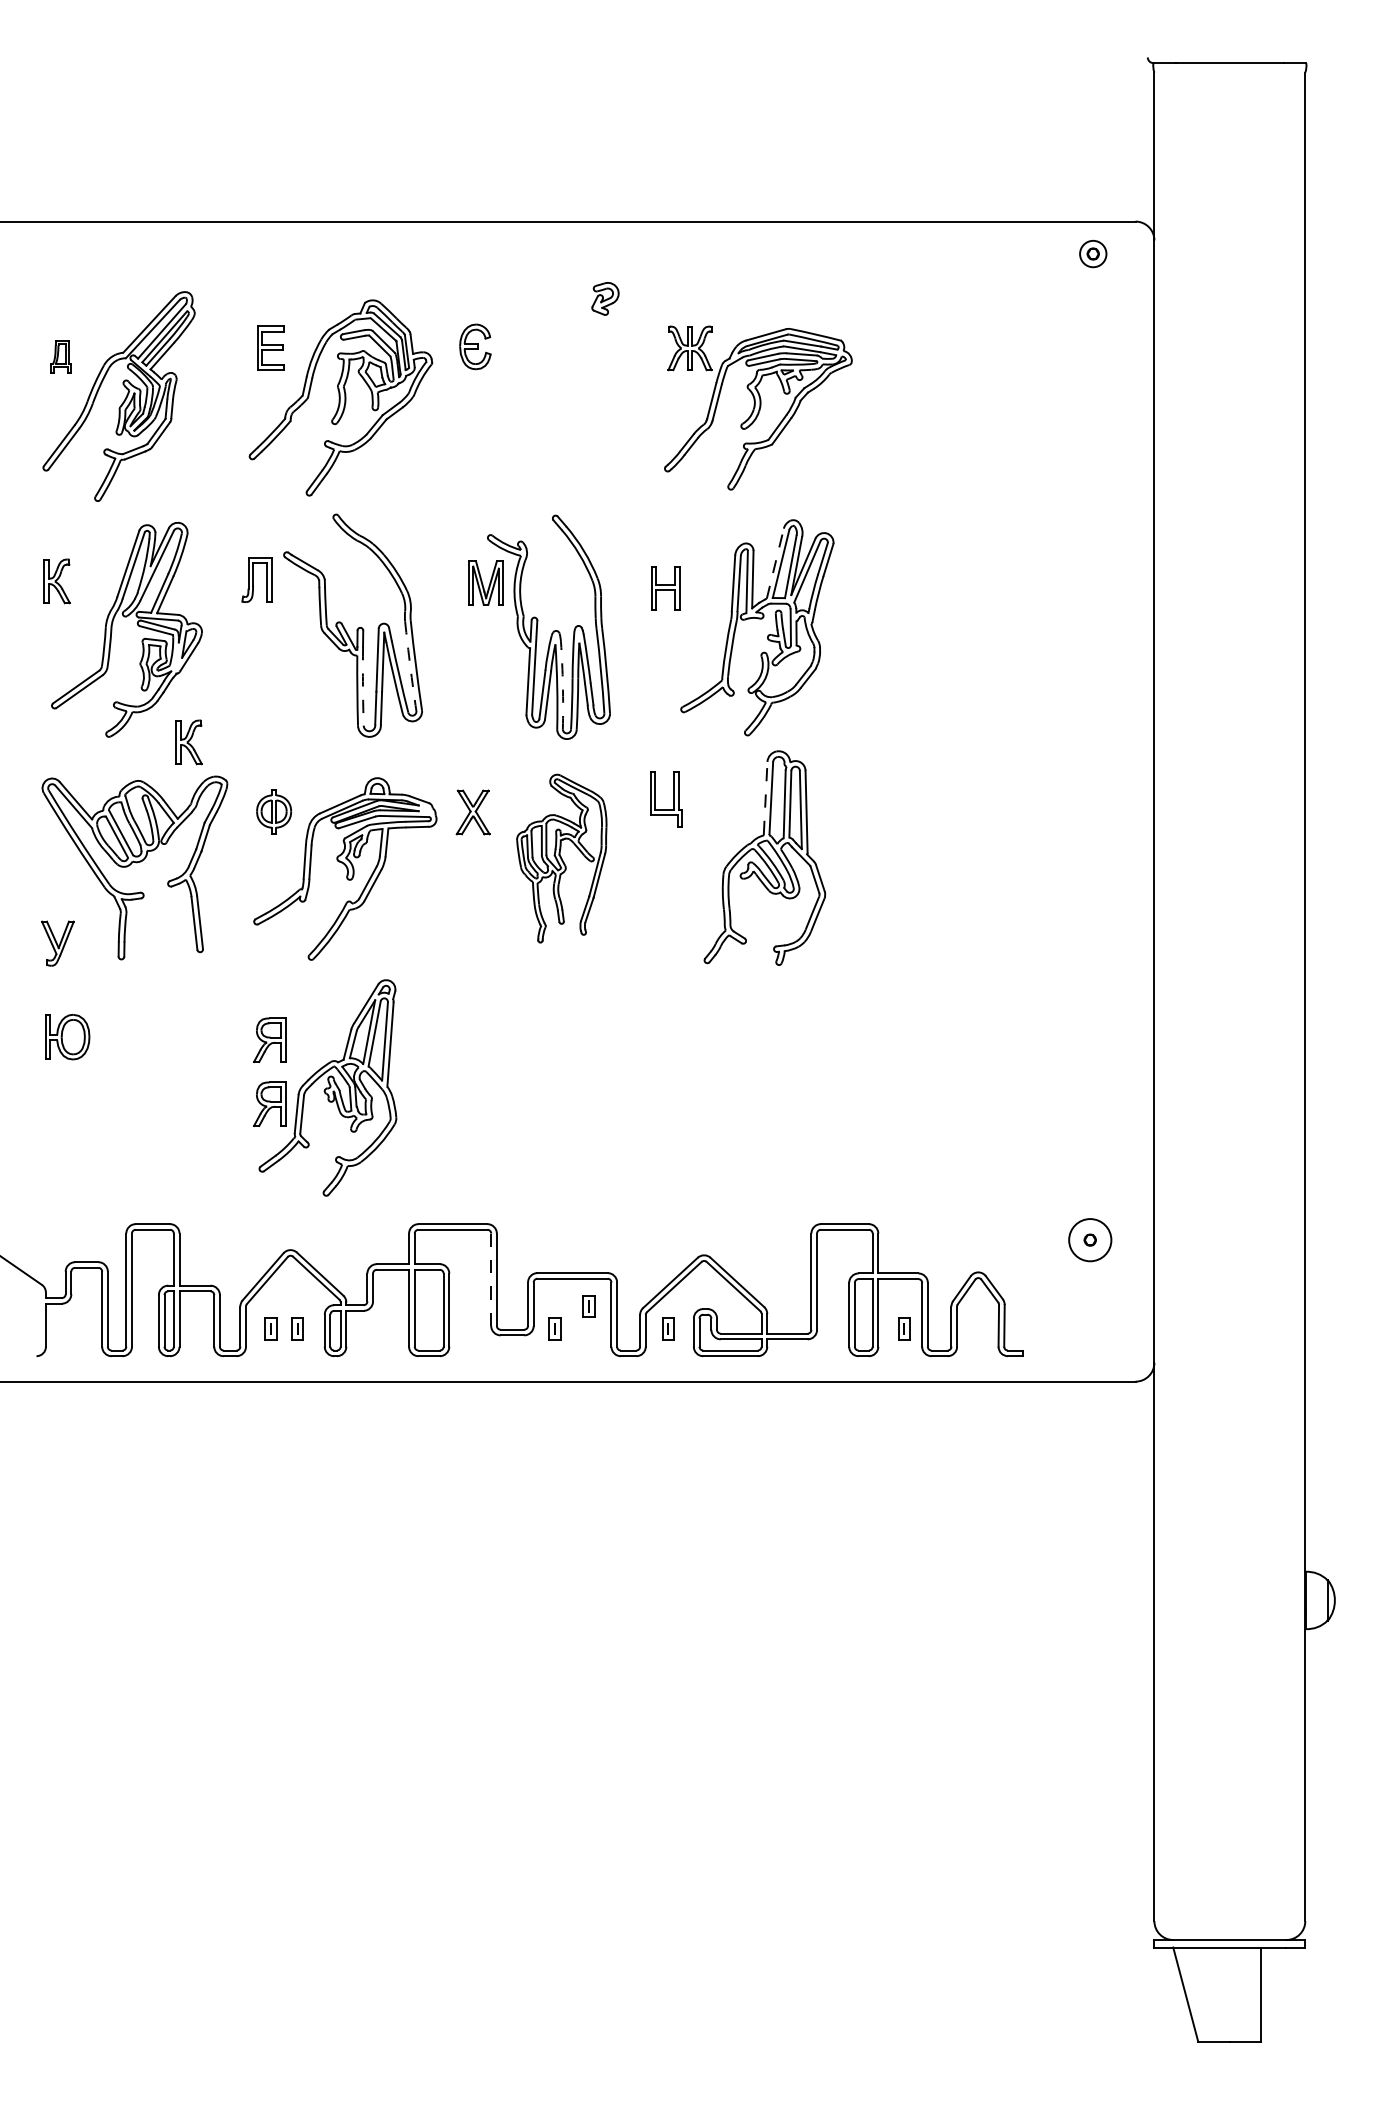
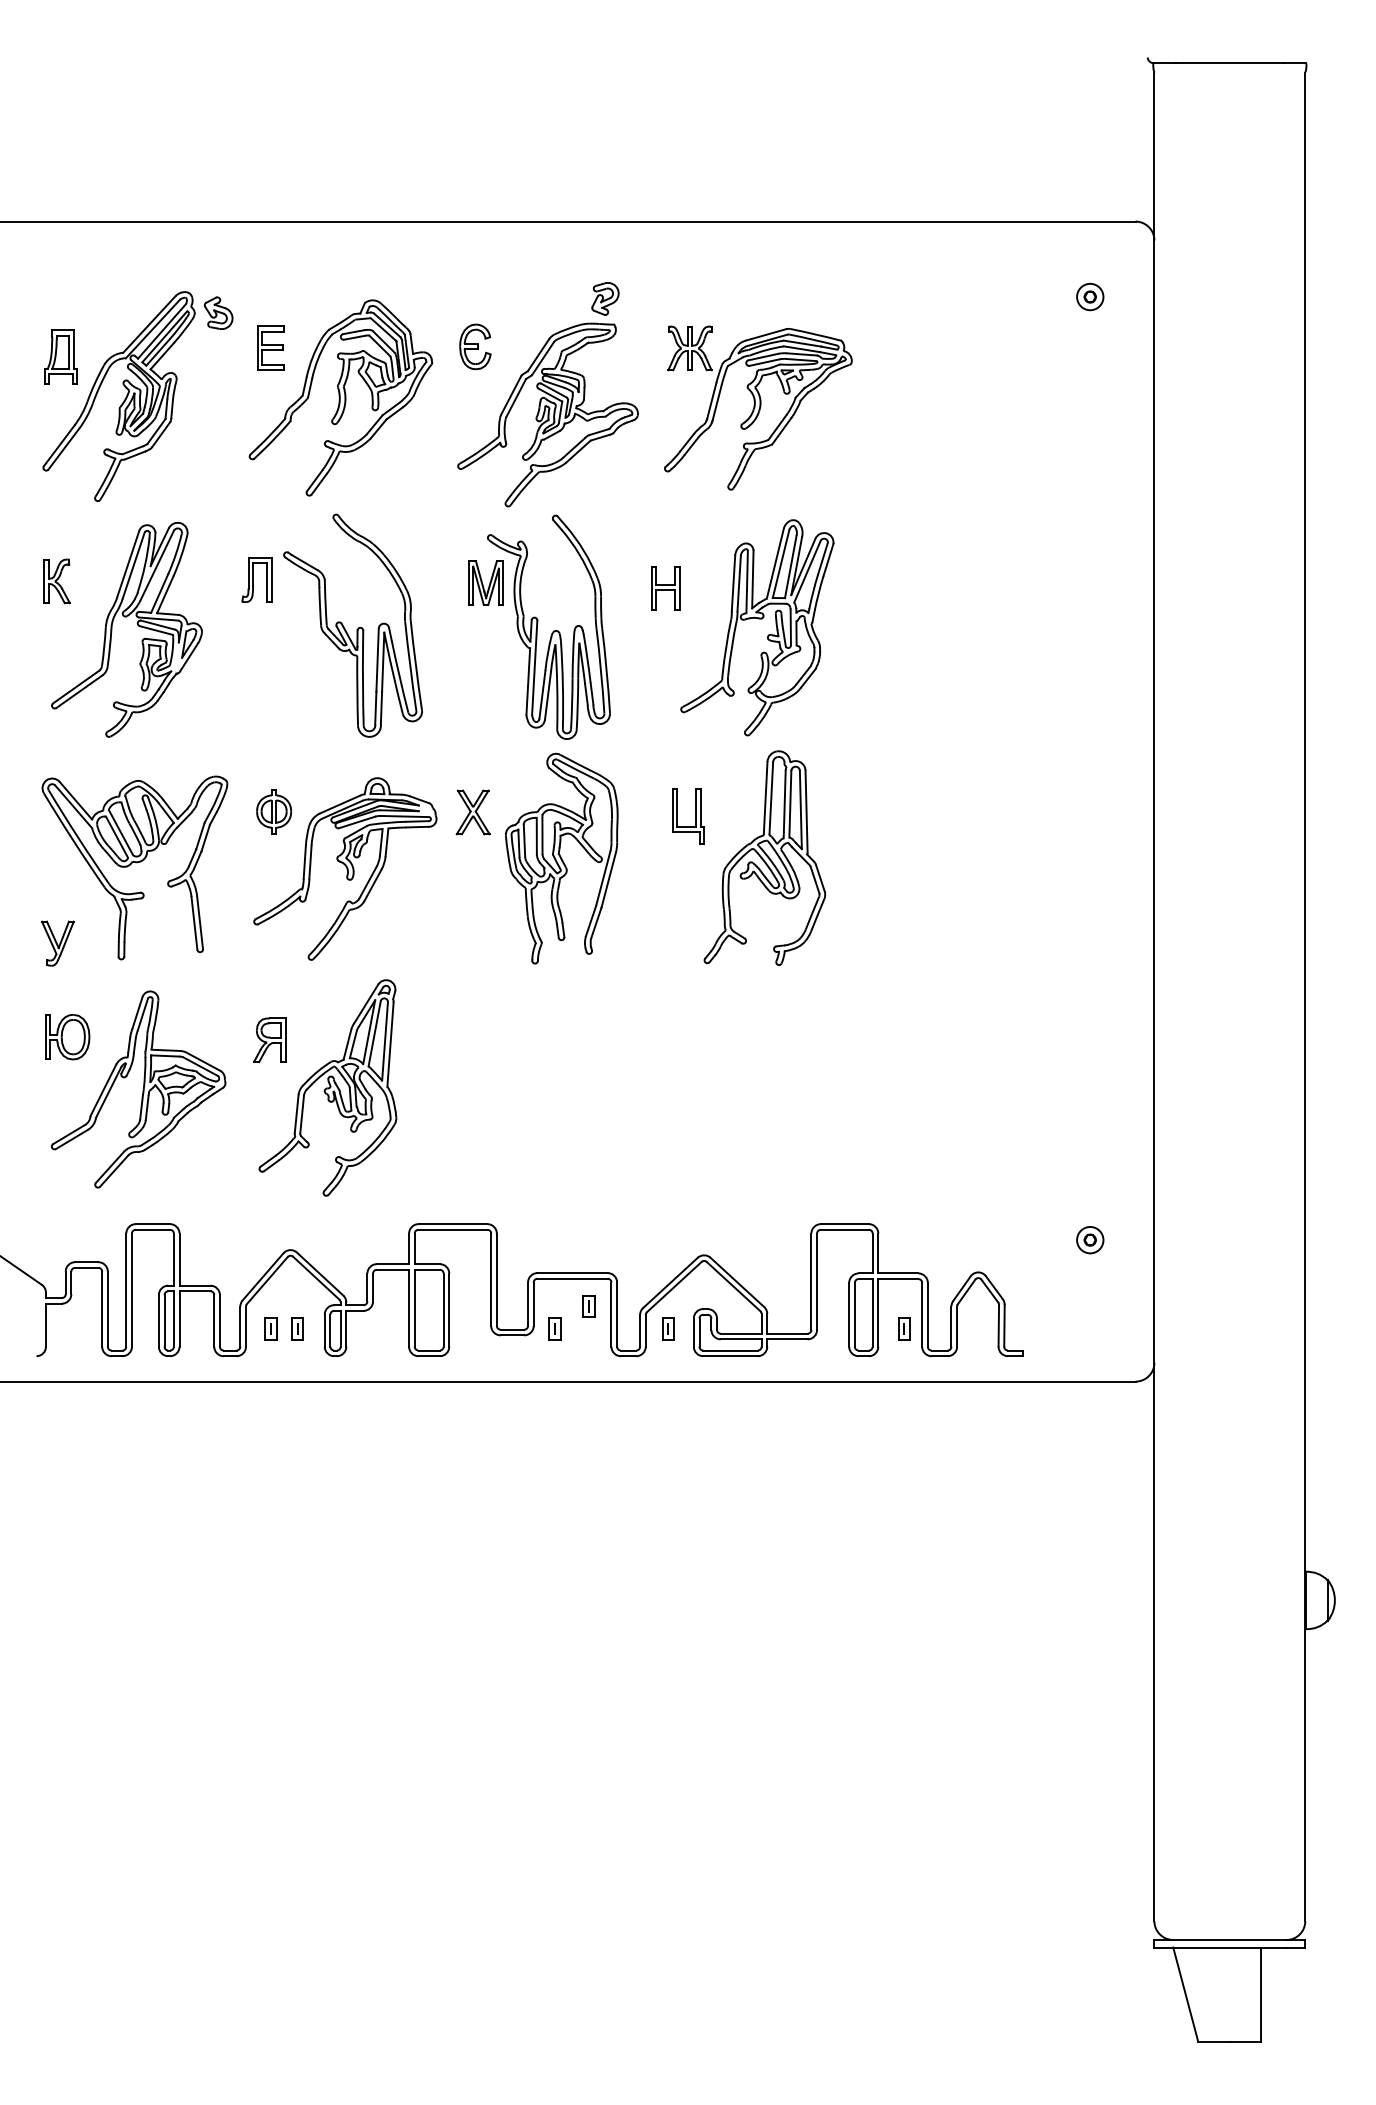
part at (1093, 254) position: (1093, 254) -> (1090, 297)
part at (218, 312): none -> present
part at (60, 356) size: 22x34 px -> 34x56 px
part at (547, 414): none -> present
line at (775, 563): dashed -> solid
arc at (410, 666): dashed -> solid
arc at (562, 685): dashed -> solid
arc at (362, 686): dashed -> solid
part at (188, 742): present -> none
line at (765, 797): dashed -> solid
part at (673, 799) position: (673, 799) -> (695, 816)
part at (561, 858) size: 92x171 px -> 114x213 px
part at (138, 1089): none -> present
part at (269, 1103): present -> none
circle at (1090, 1240) diameter: 42 px -> 26 px
line at (491, 1280): dashed -> solid
